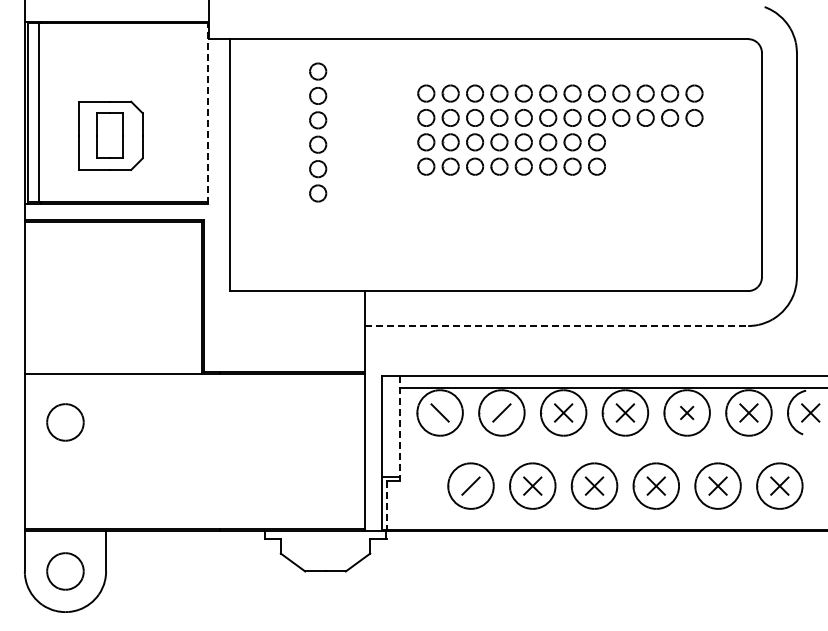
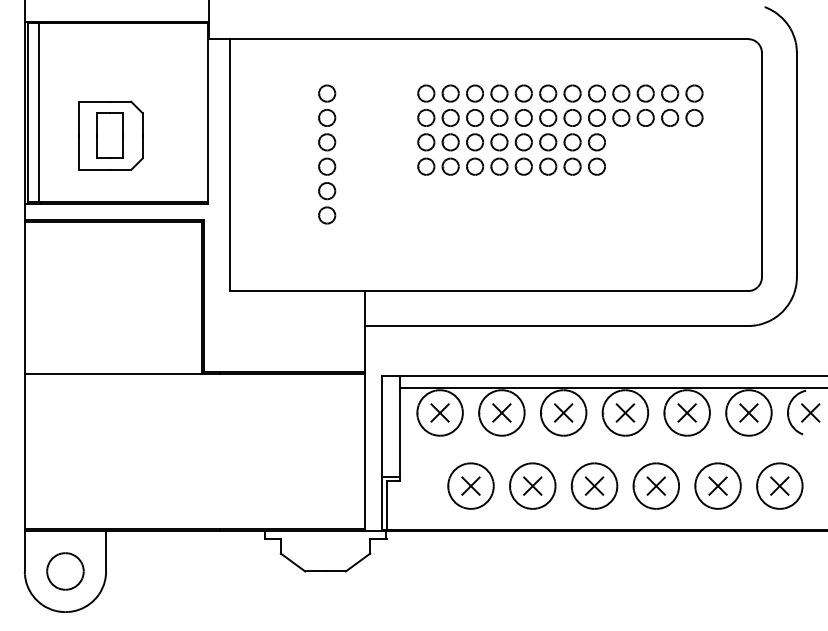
line at (208, 112): dashed -> solid
part at (318, 132) position: (318, 132) -> (327, 154)
line at (556, 326): dashed -> solid
line at (439, 412): none -> present
line at (501, 412): none -> present
part at (687, 412) size: 15x16 px -> 20x20 px
part at (65, 422): present -> none
line at (399, 429): dashed -> solid
line at (470, 485): none -> present
line at (386, 506): dashed -> solid
